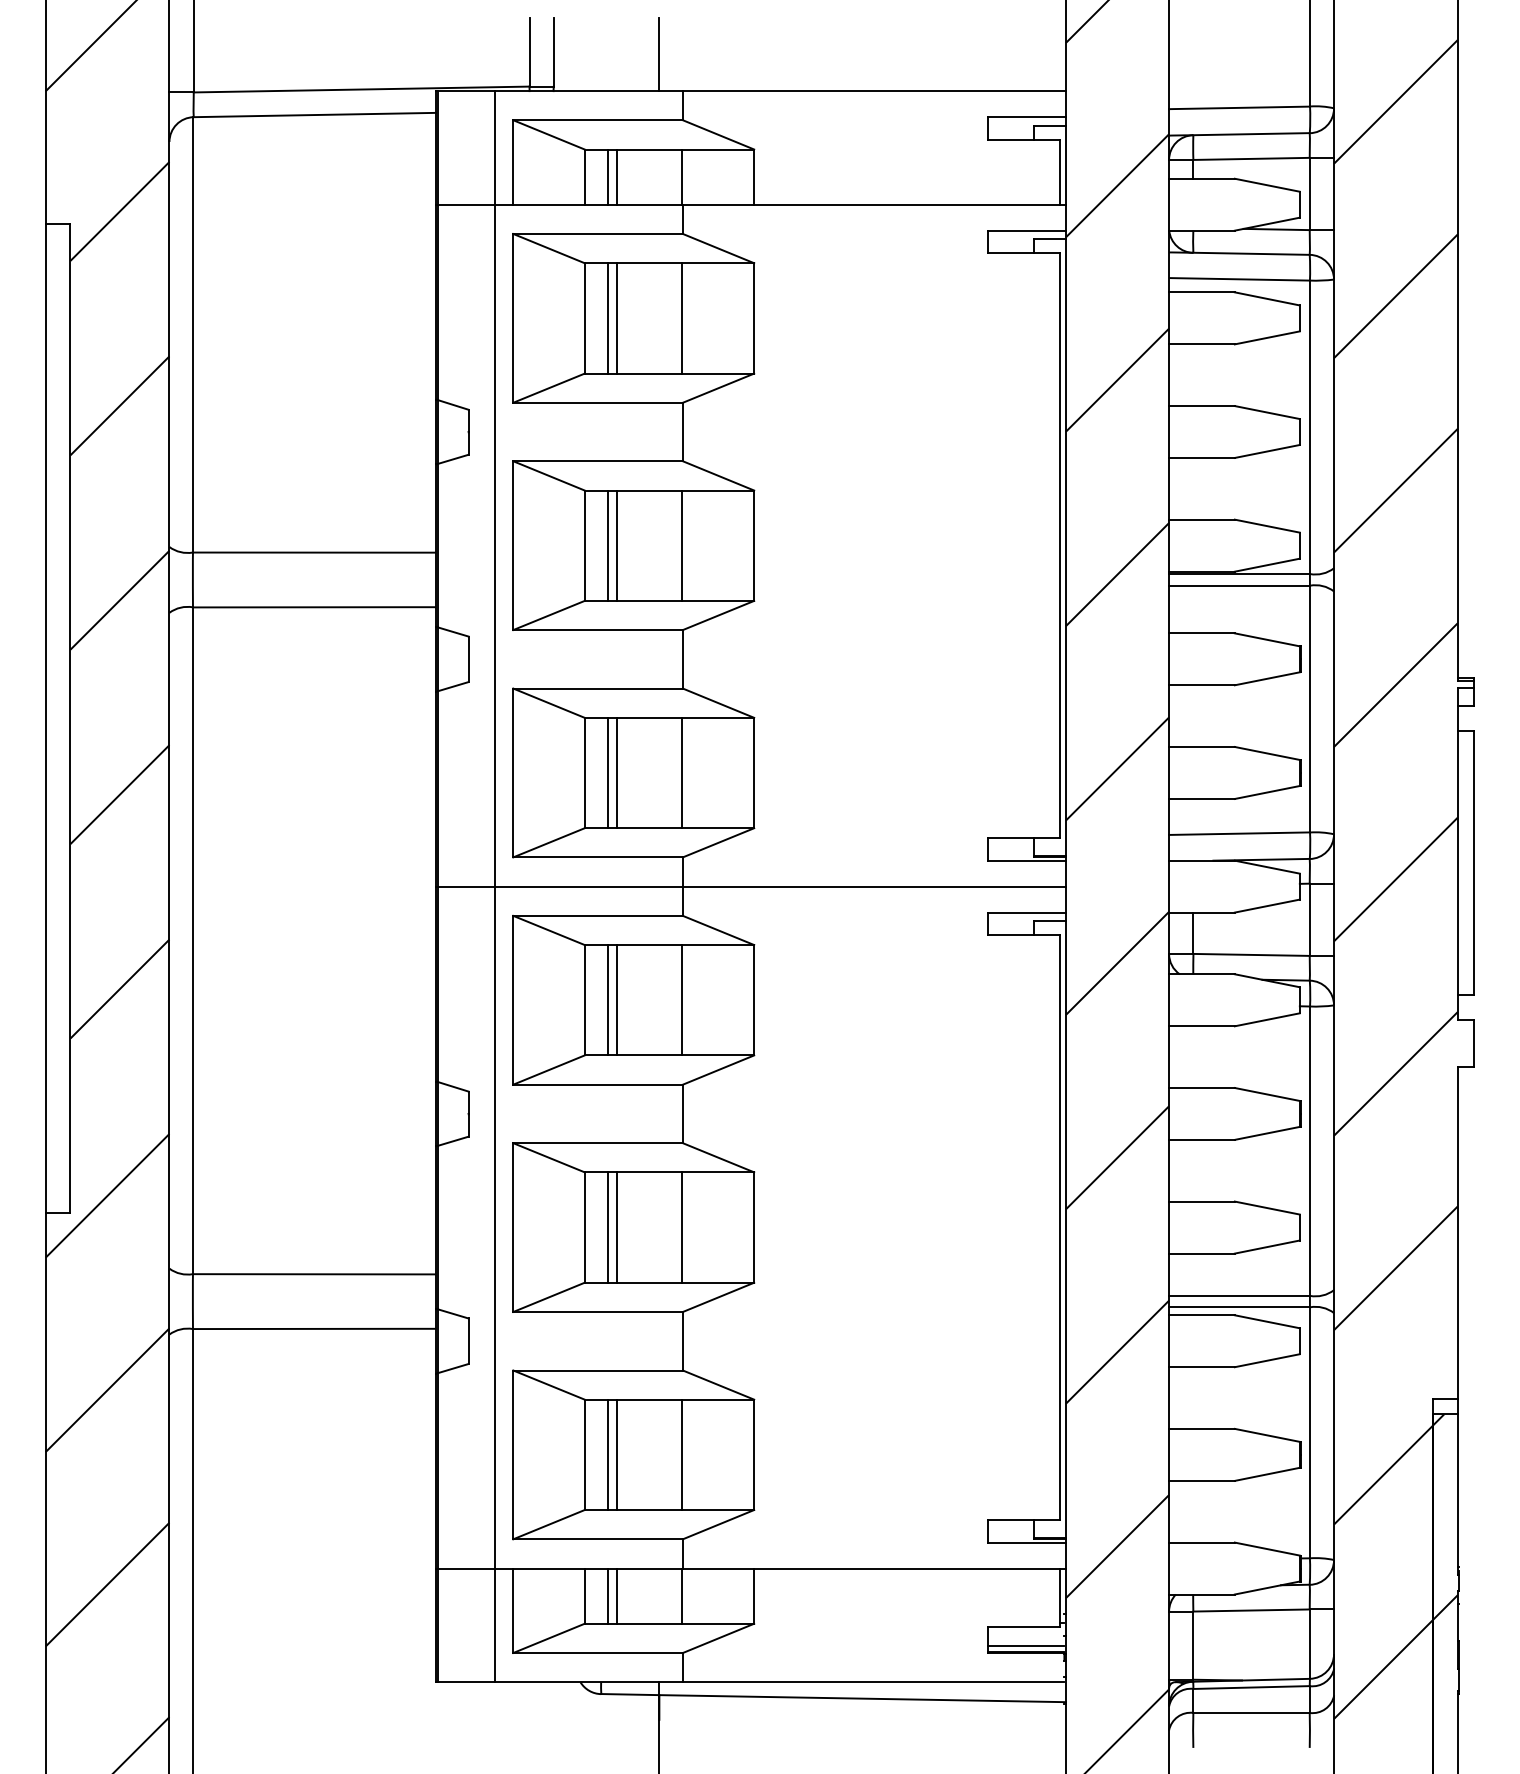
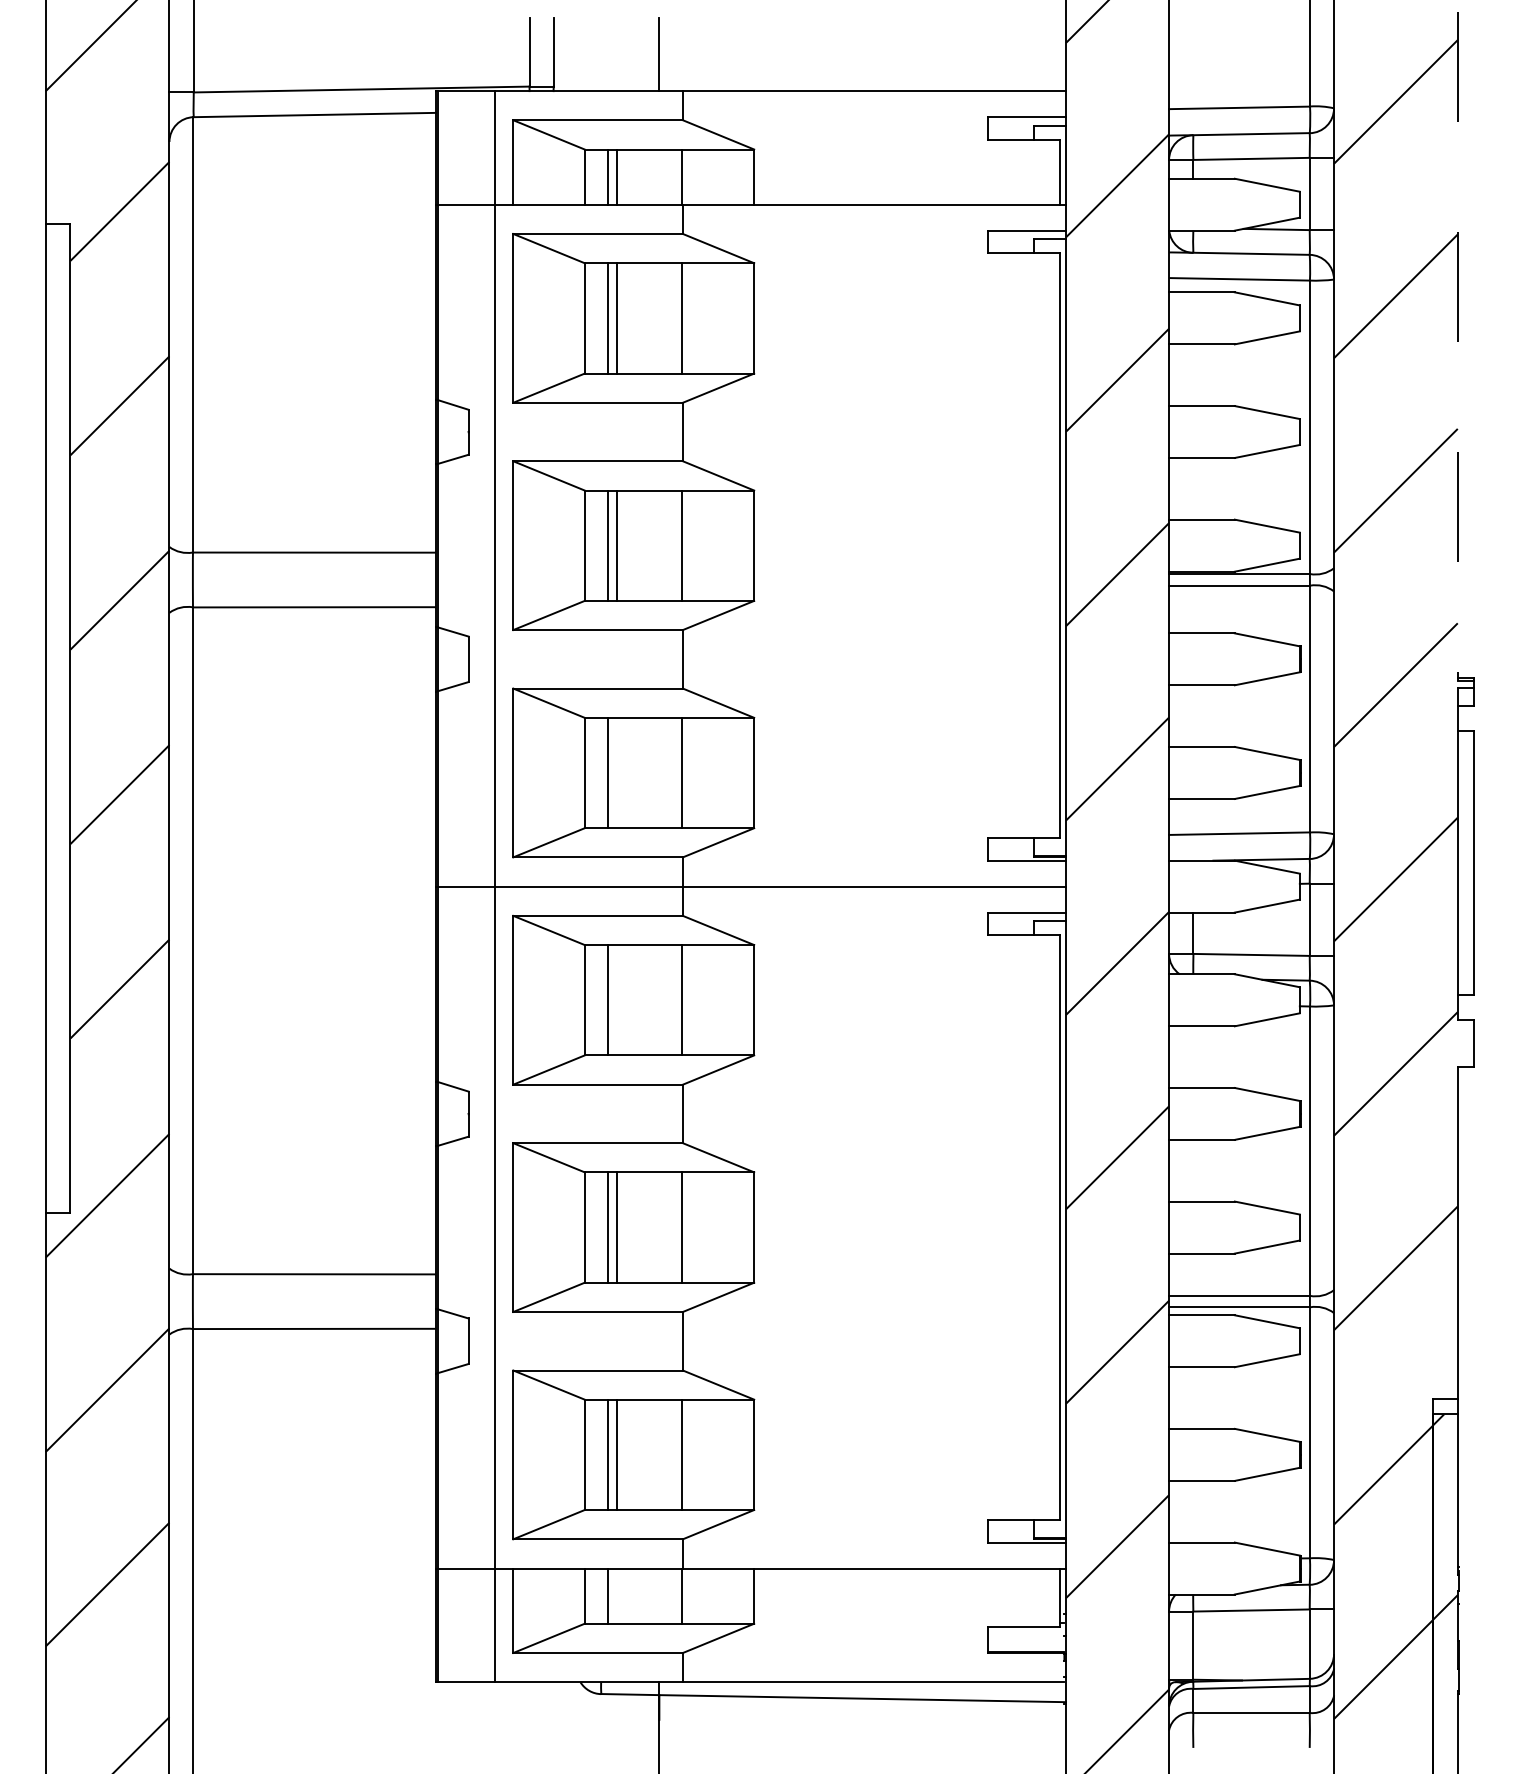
line at (1457, 340): solid -> dashed
line at (616, 772): present -> none
line at (616, 1000): present -> none
line at (616, 1595): present -> none
line at (1026, 1645): present -> none
